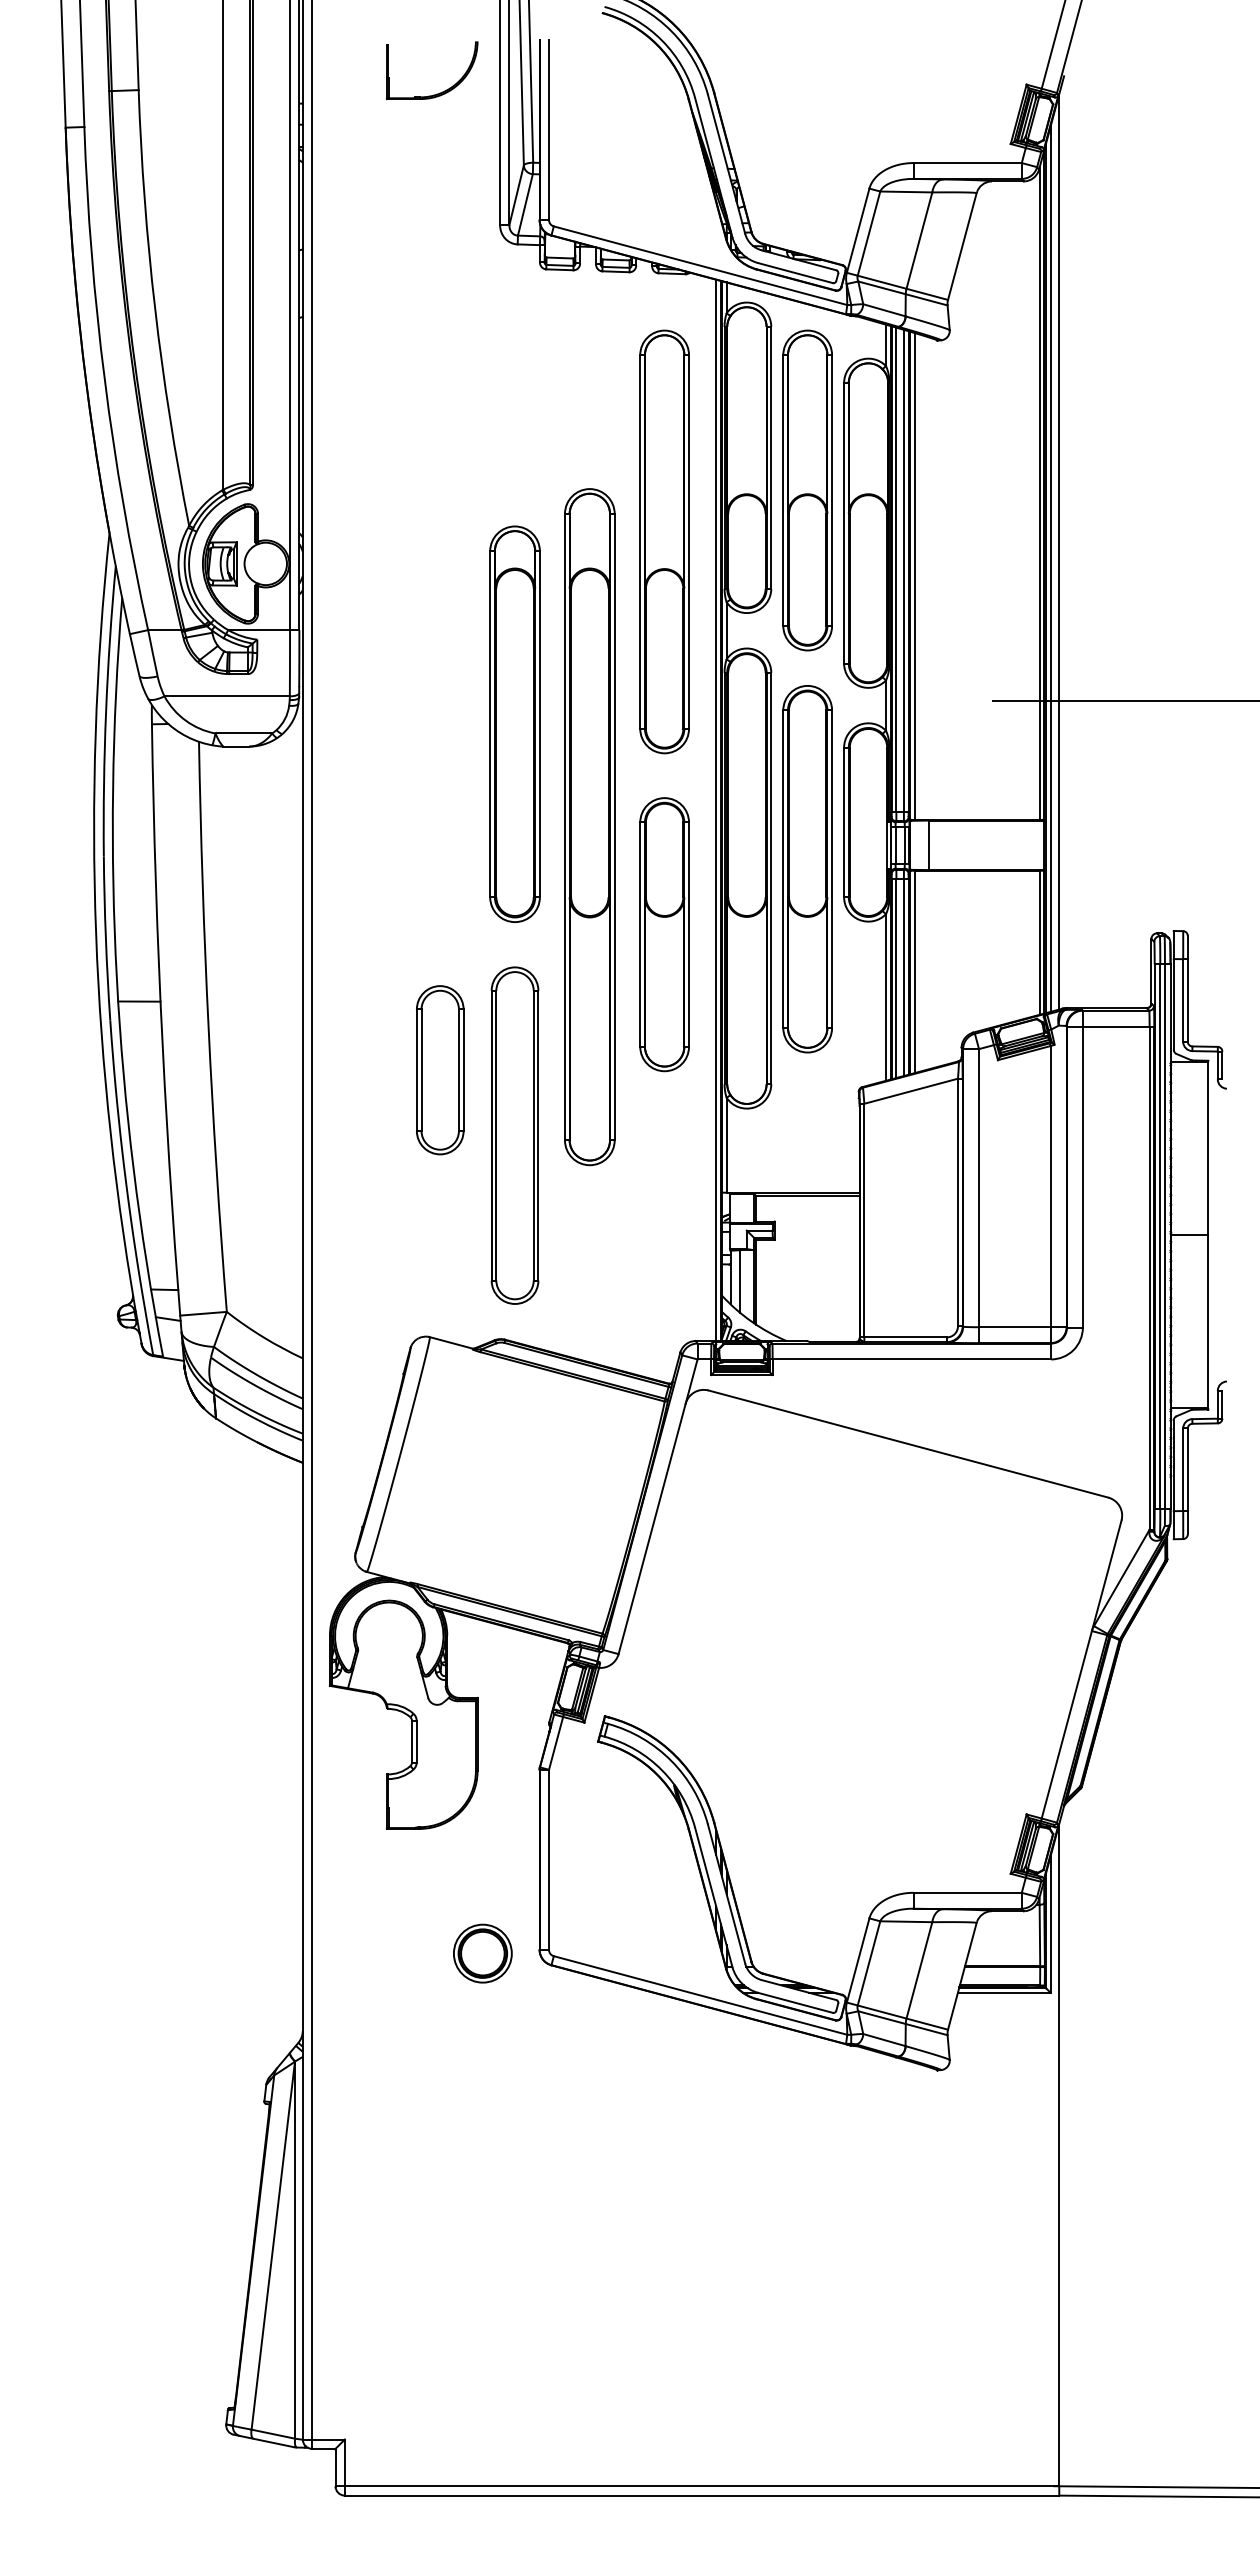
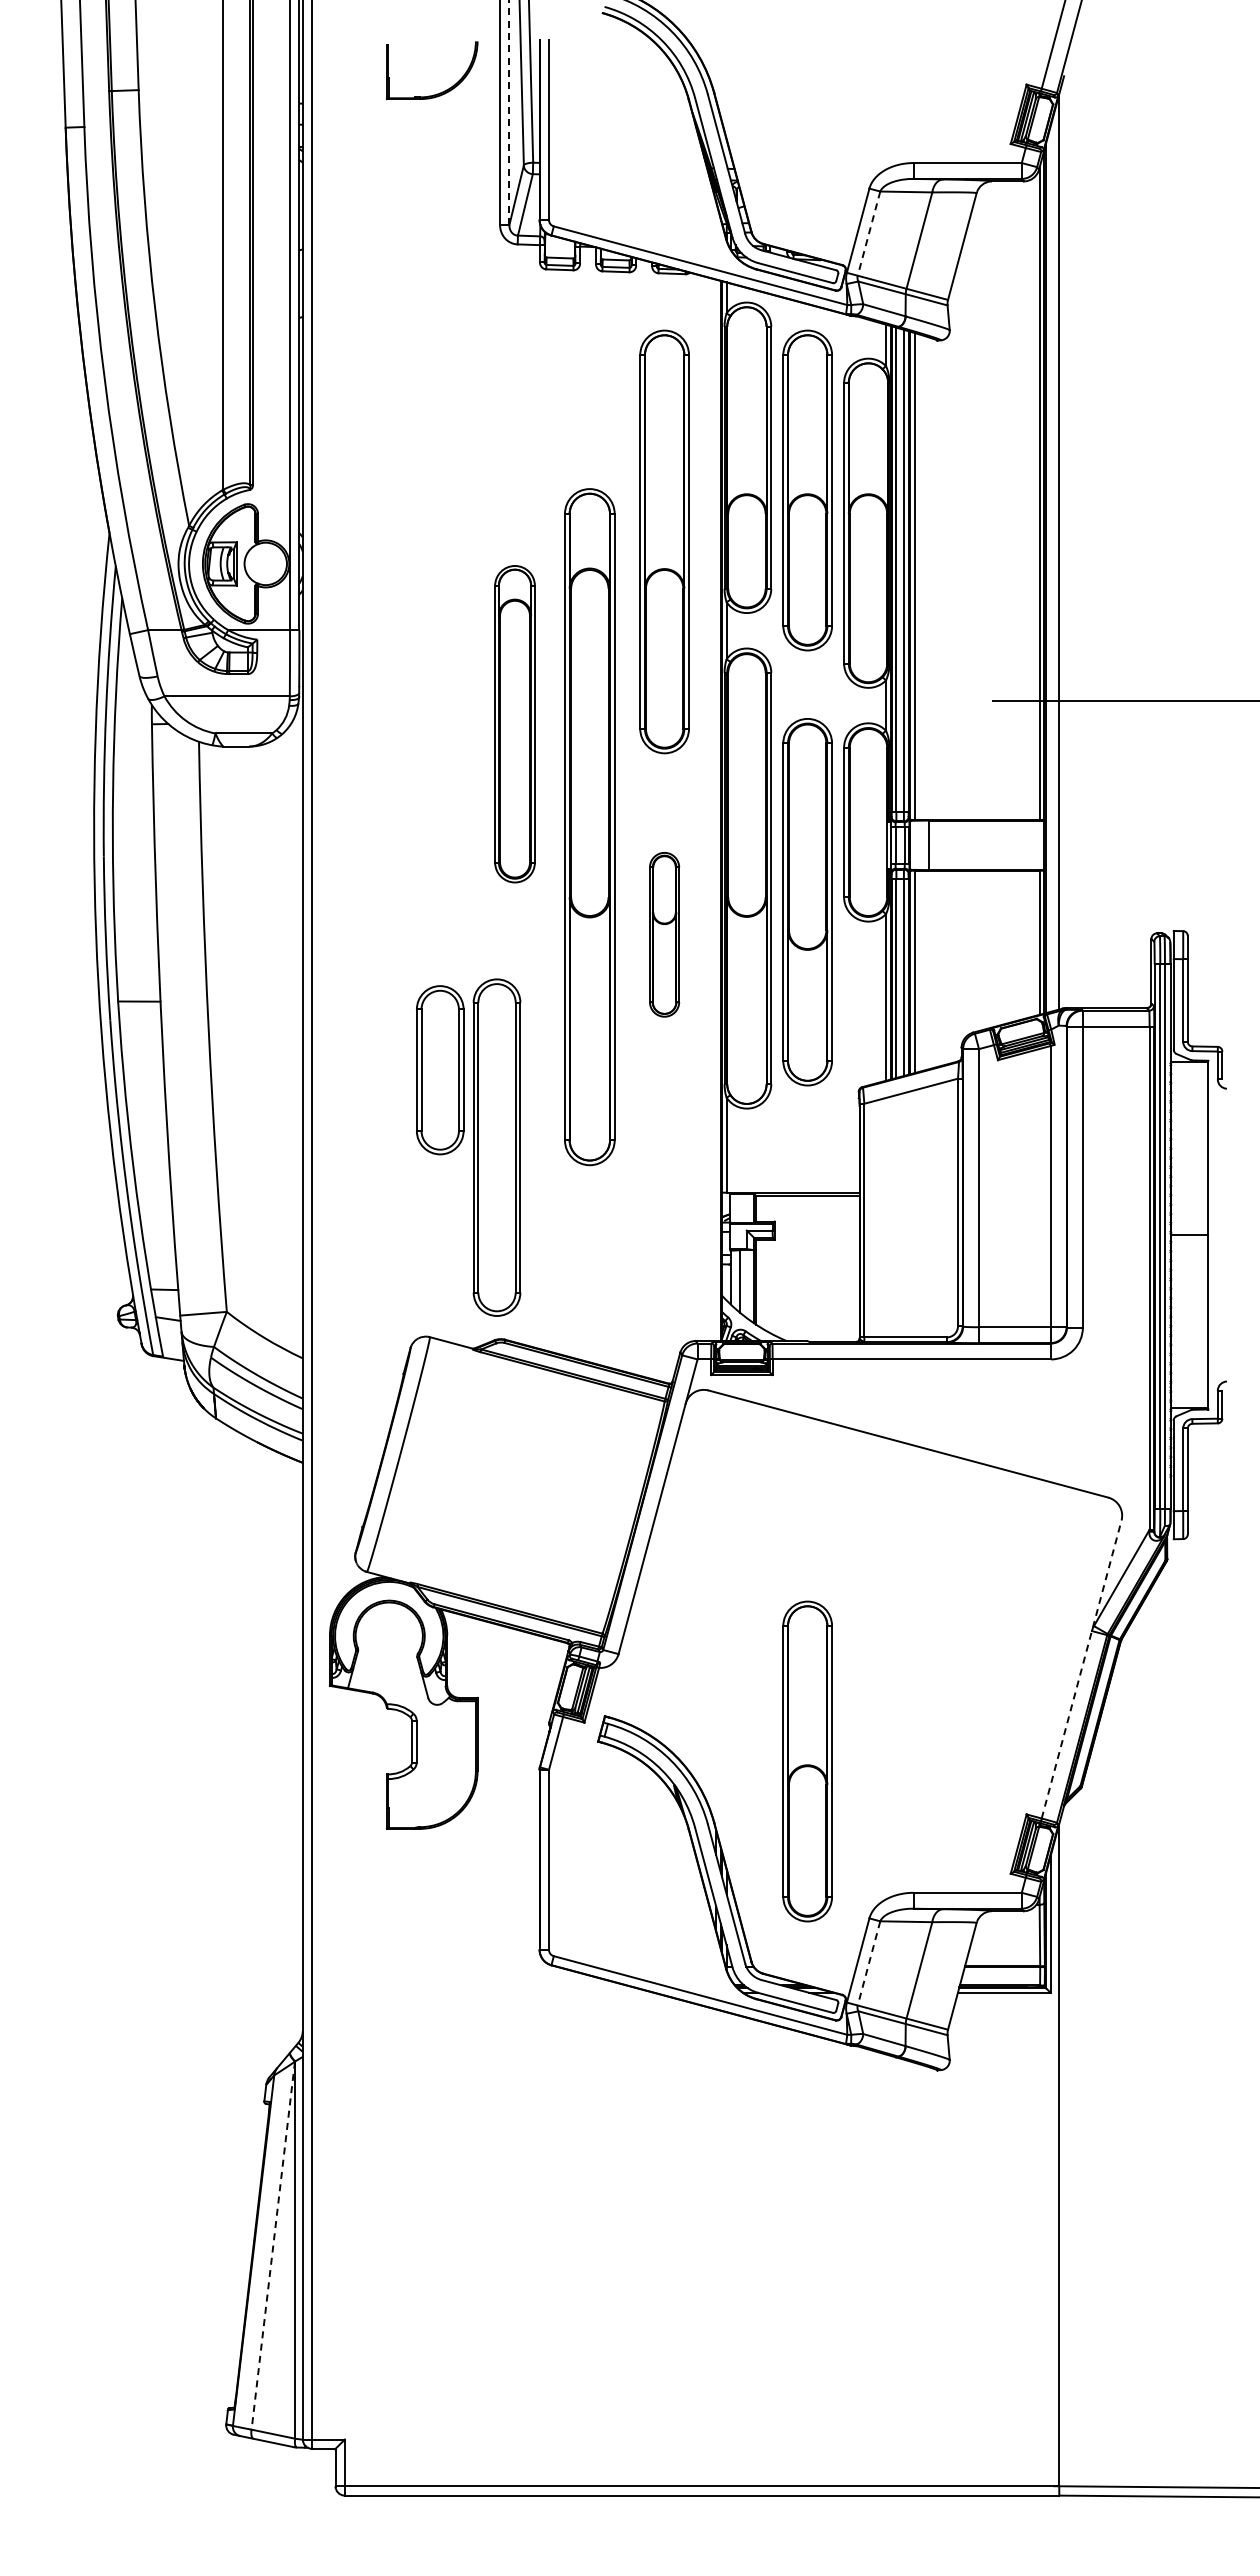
line at (509, 112): solid -> dashed
line at (869, 233): solid -> dashed
line at (1050, 568): present -> none
part at (514, 723) size: 52x398 px -> 42x319 px
line at (716, 810): present -> none
part at (807, 869) position: (807, 869) -> (807, 902)
part at (664, 934) size: 51x276 px -> 32x166 px
part at (514, 1135) position: (514, 1135) -> (496, 1147)
line at (1081, 1669): solid -> dashed
part at (807, 1761): none -> present
part at (482, 1953): present -> none
line at (869, 1963): solid -> dashed
line at (273, 2246): solid -> dashed
